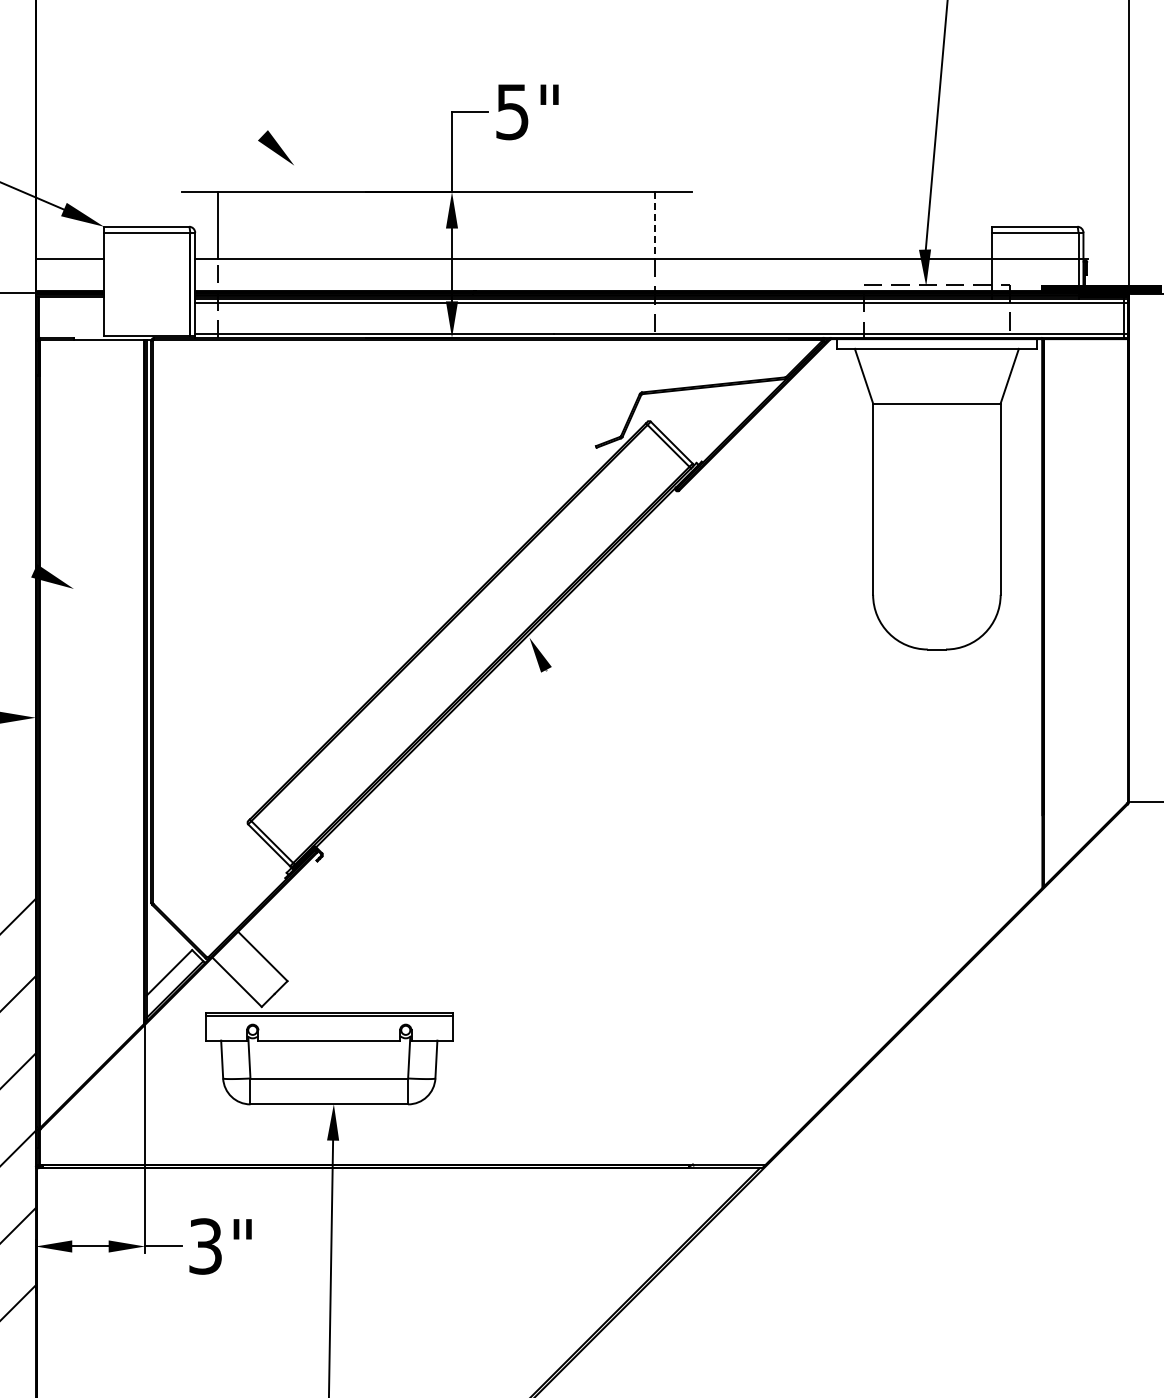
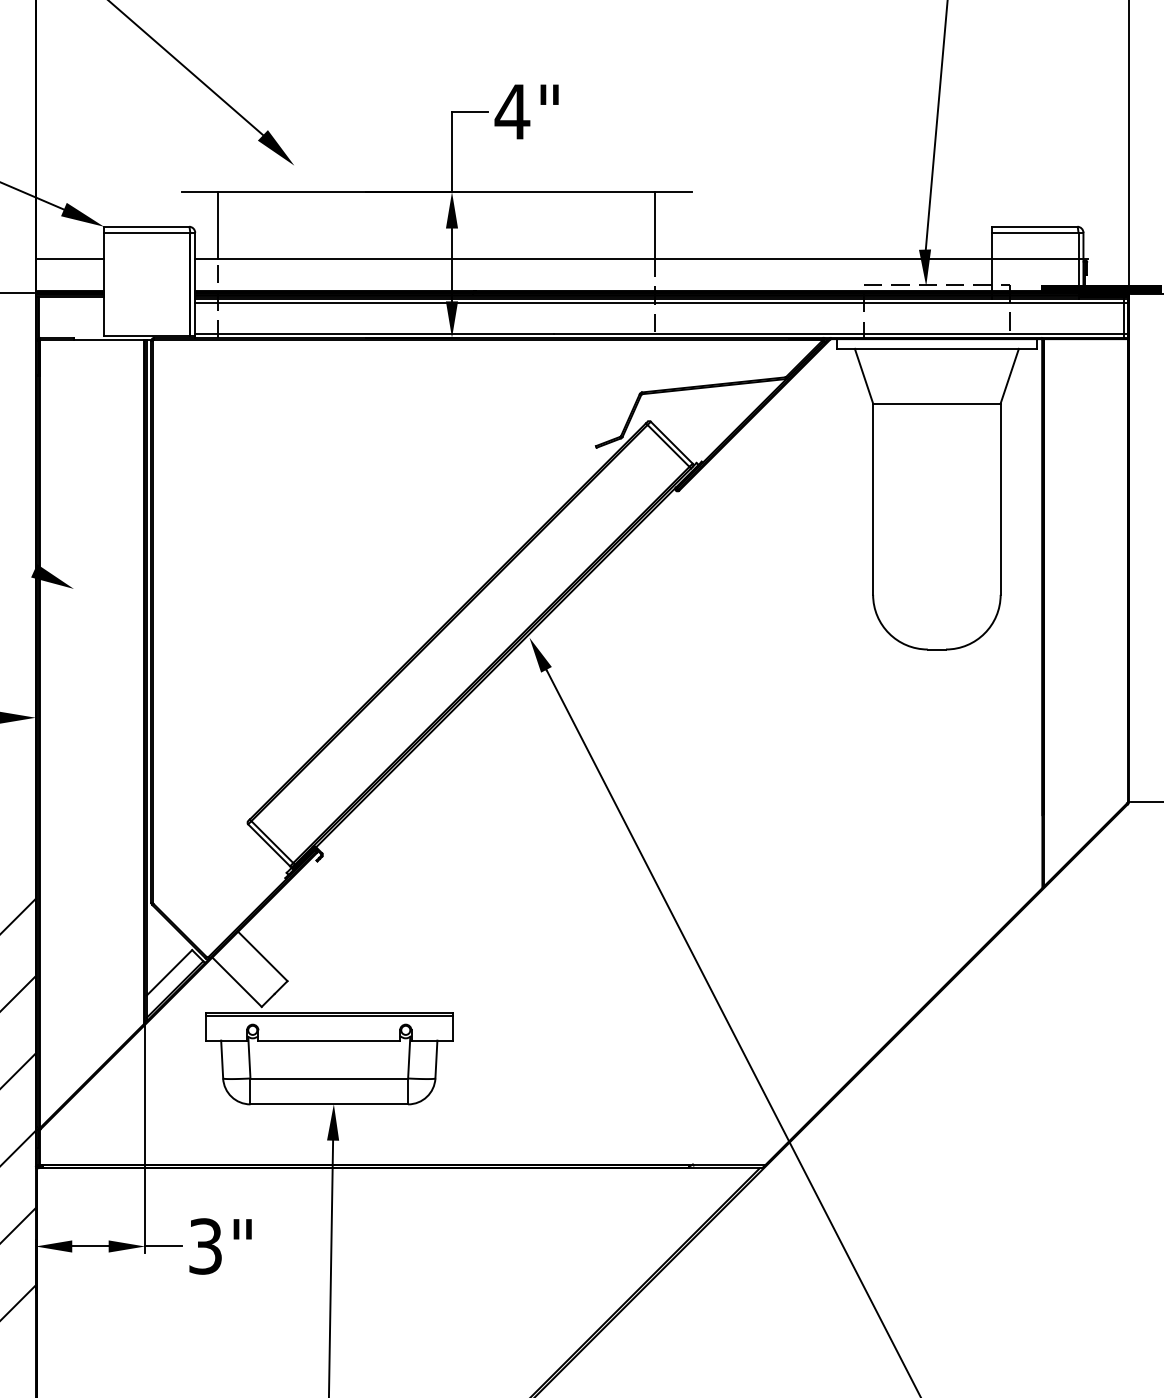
line at (186, 68): none -> present
text at (512, 112): 5" -> 4"
line at (655, 226): dashed -> solid
line at (732, 1031): none -> present
